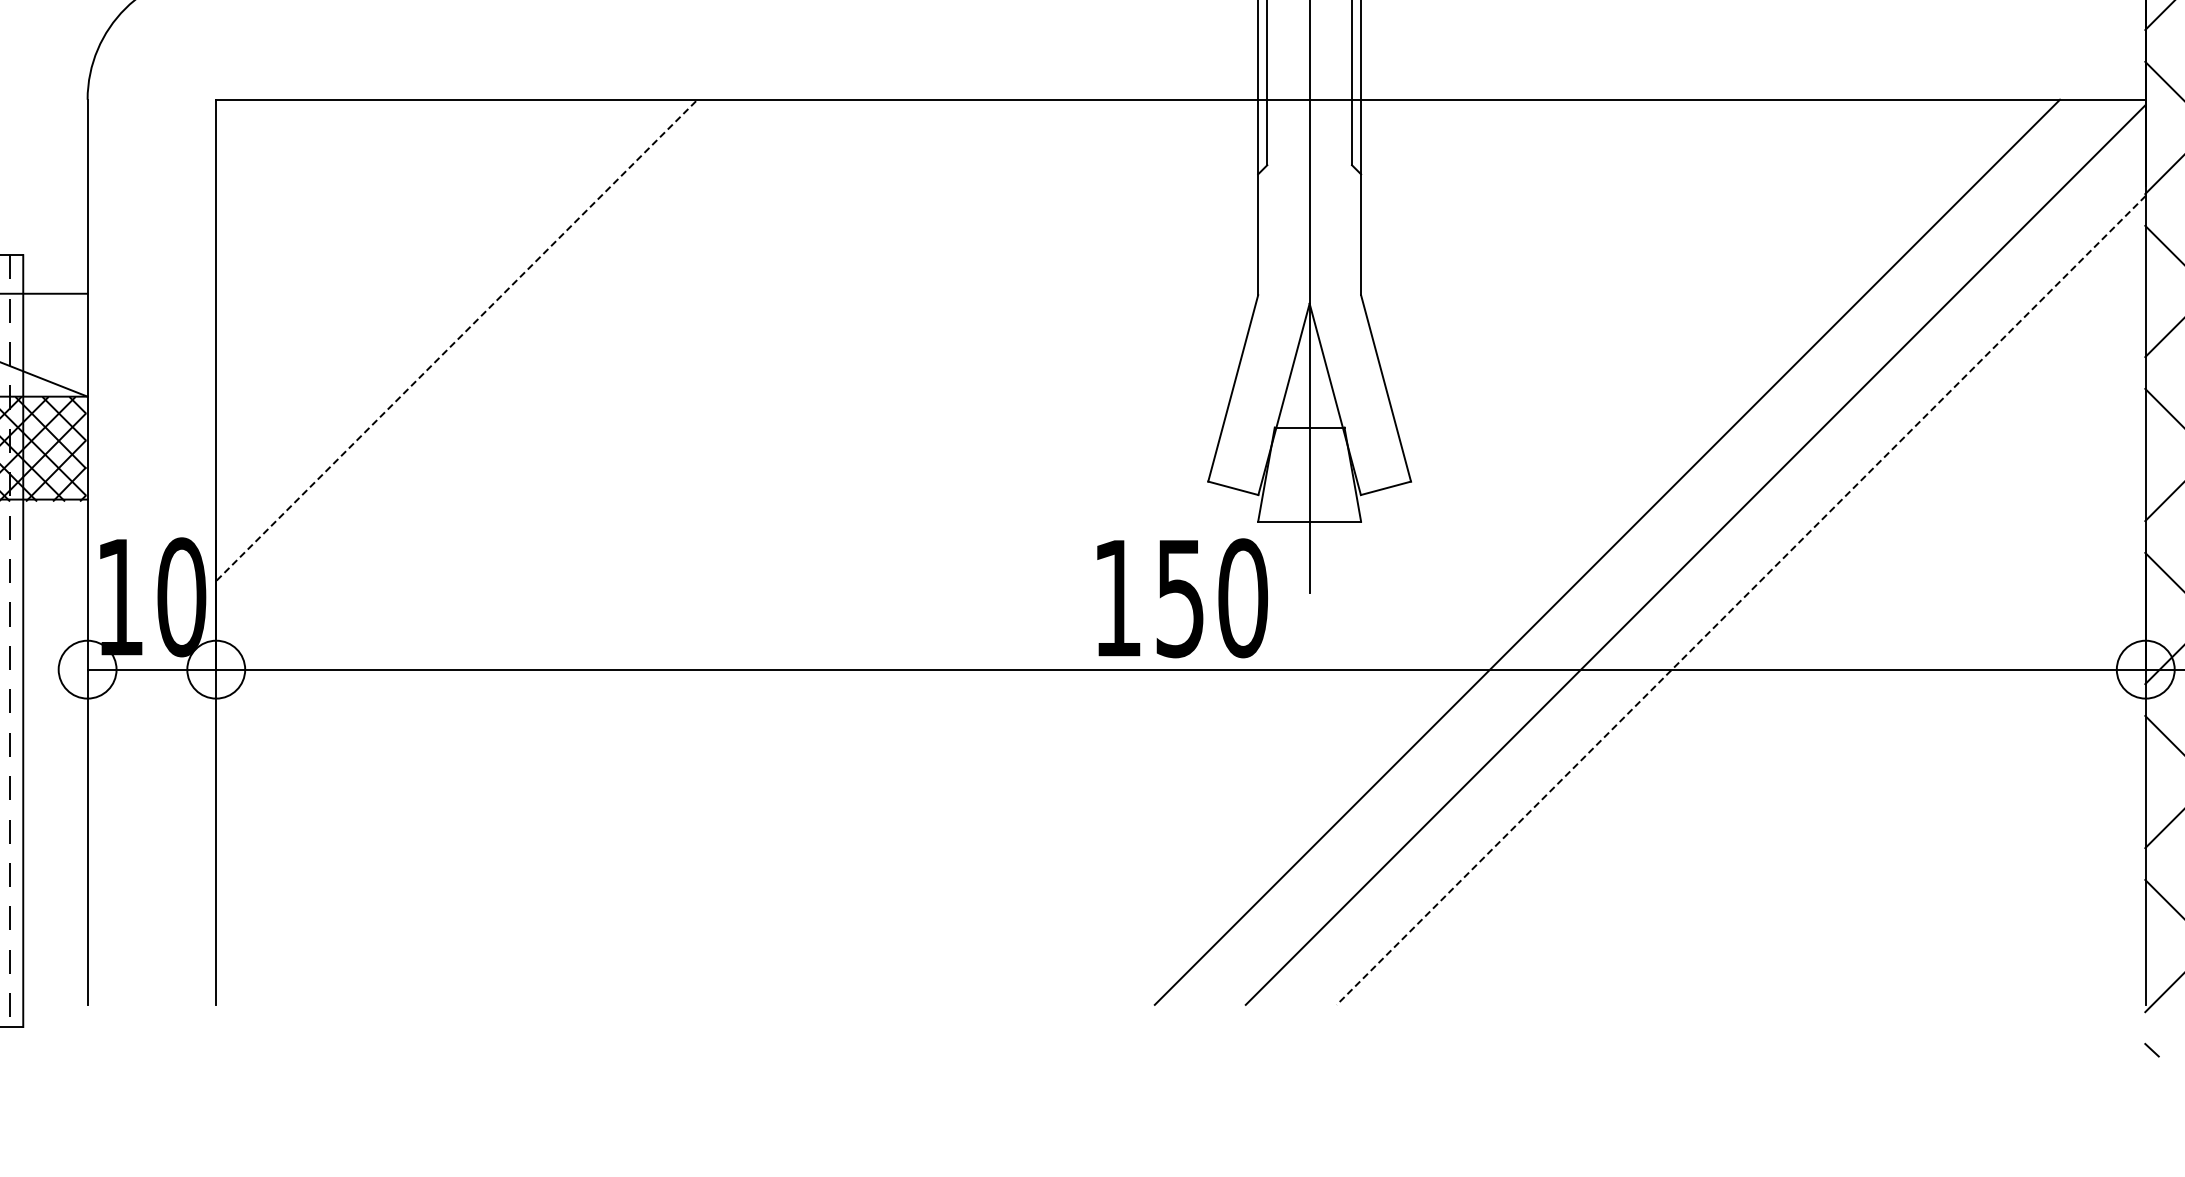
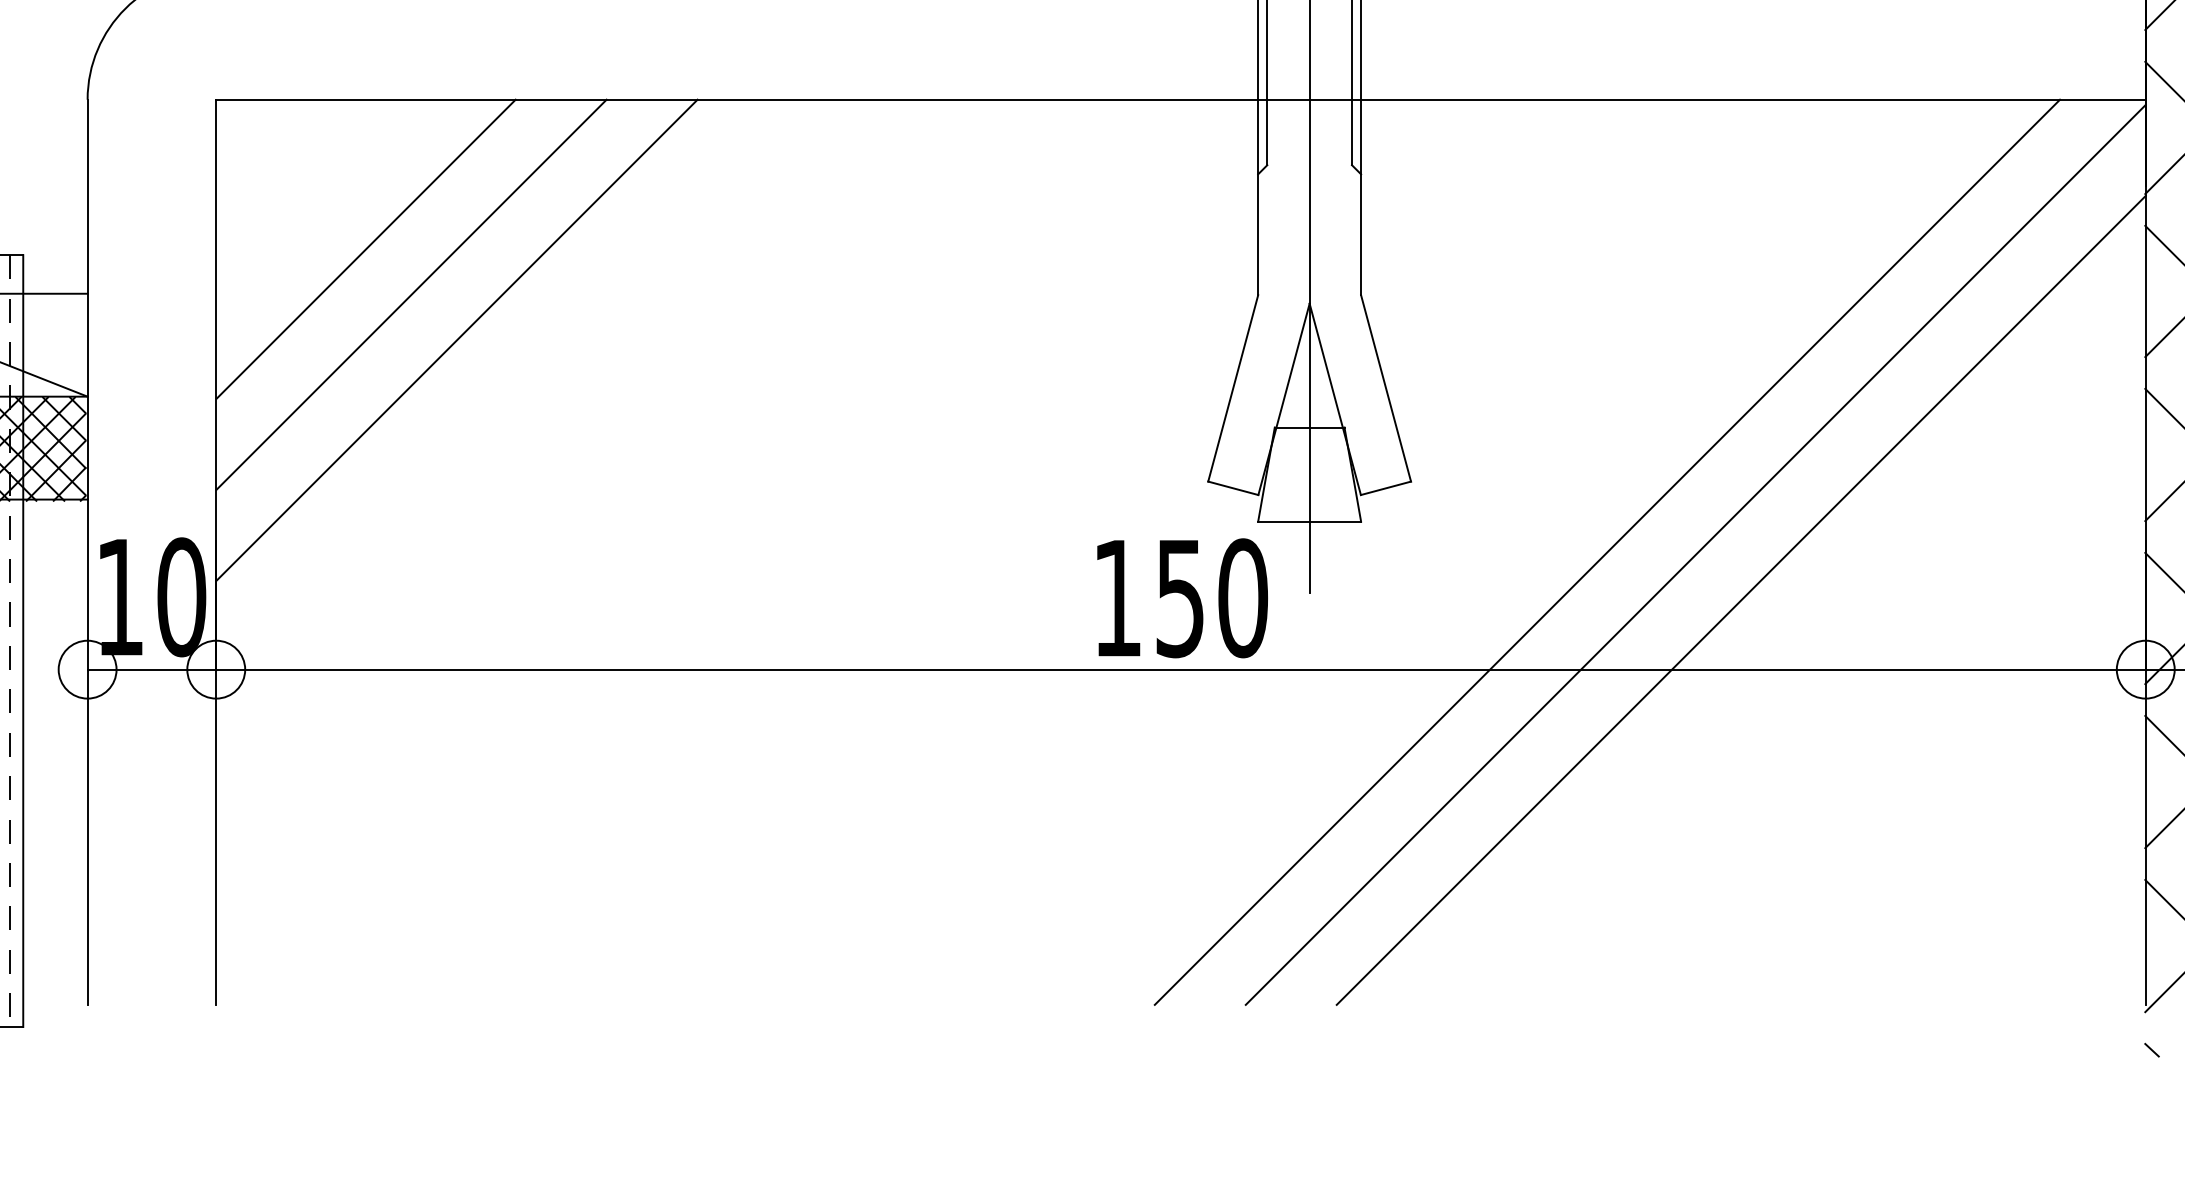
line at (365, 248): none -> present
line at (411, 294): none -> present
line at (457, 339): dashed -> solid
line at (1740, 600): dashed -> solid
